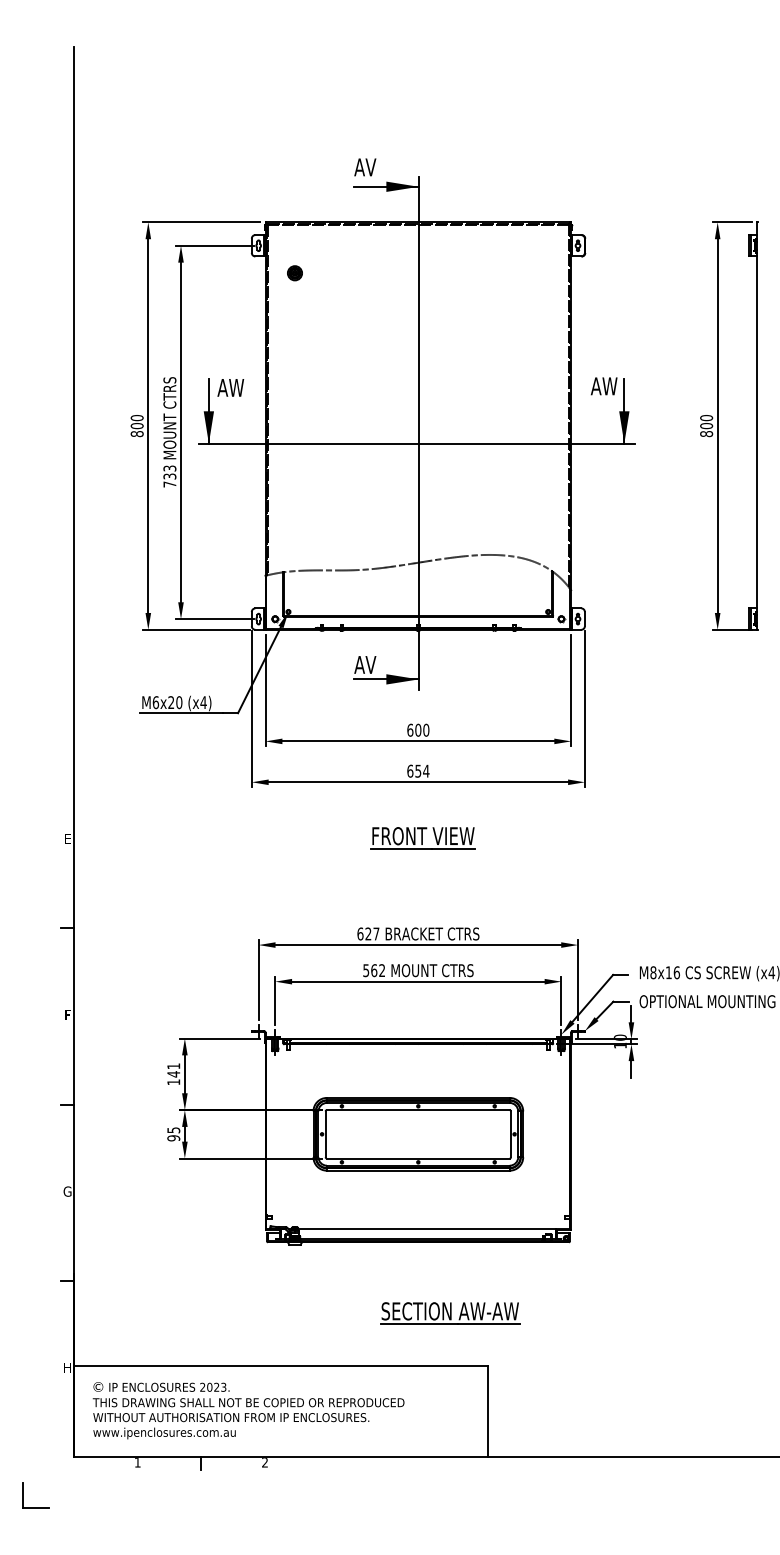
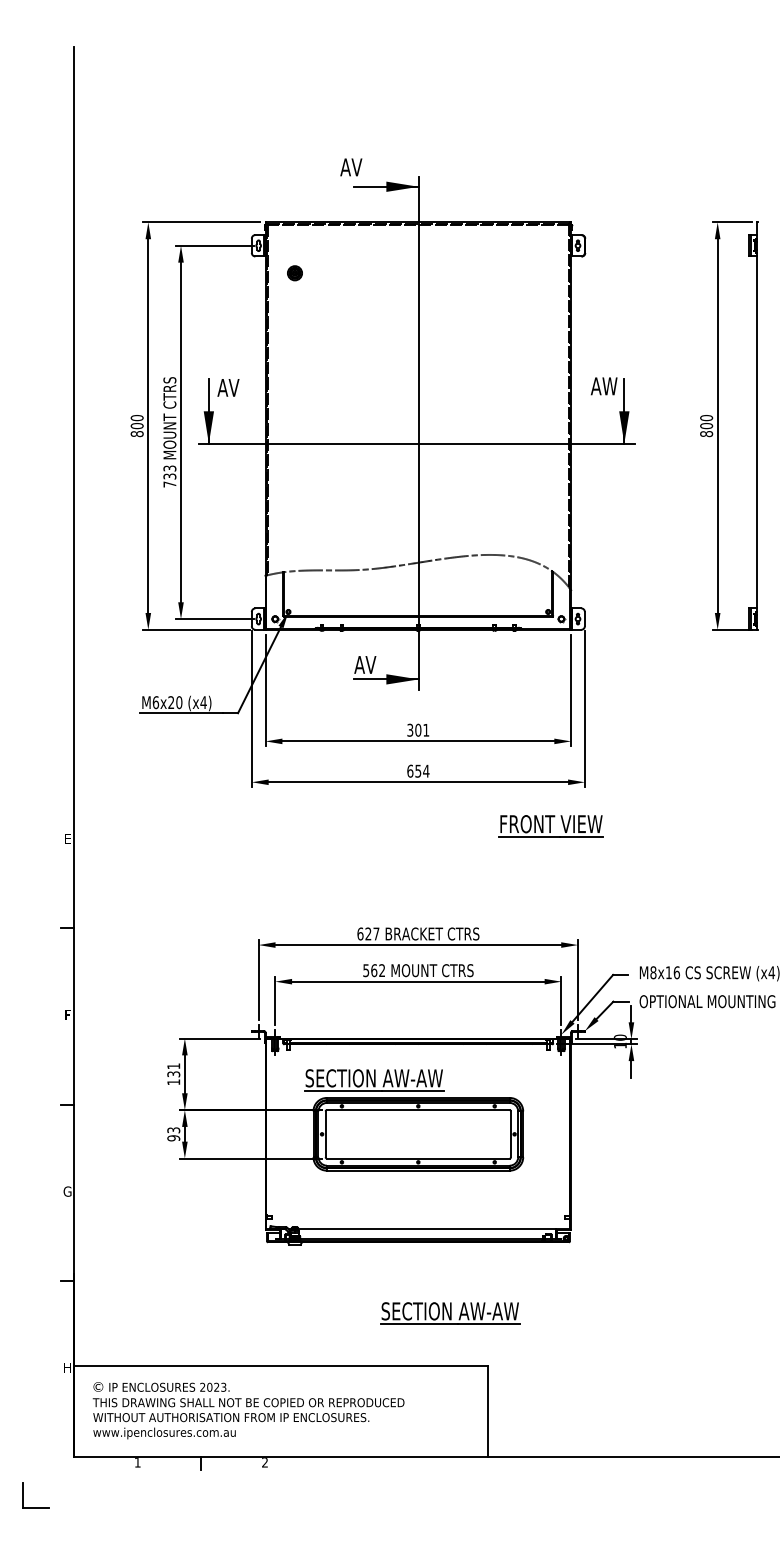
text at (365, 167) position: (365, 167) -> (351, 167)
text at (236, 387): AW -> AV
text at (418, 729): 600 -> 301
part at (422, 838) position: (422, 838) -> (550, 826)
text at (173, 1074): 141 -> 131
part at (374, 1080): none -> present
text at (173, 1129): 95 -> 93
